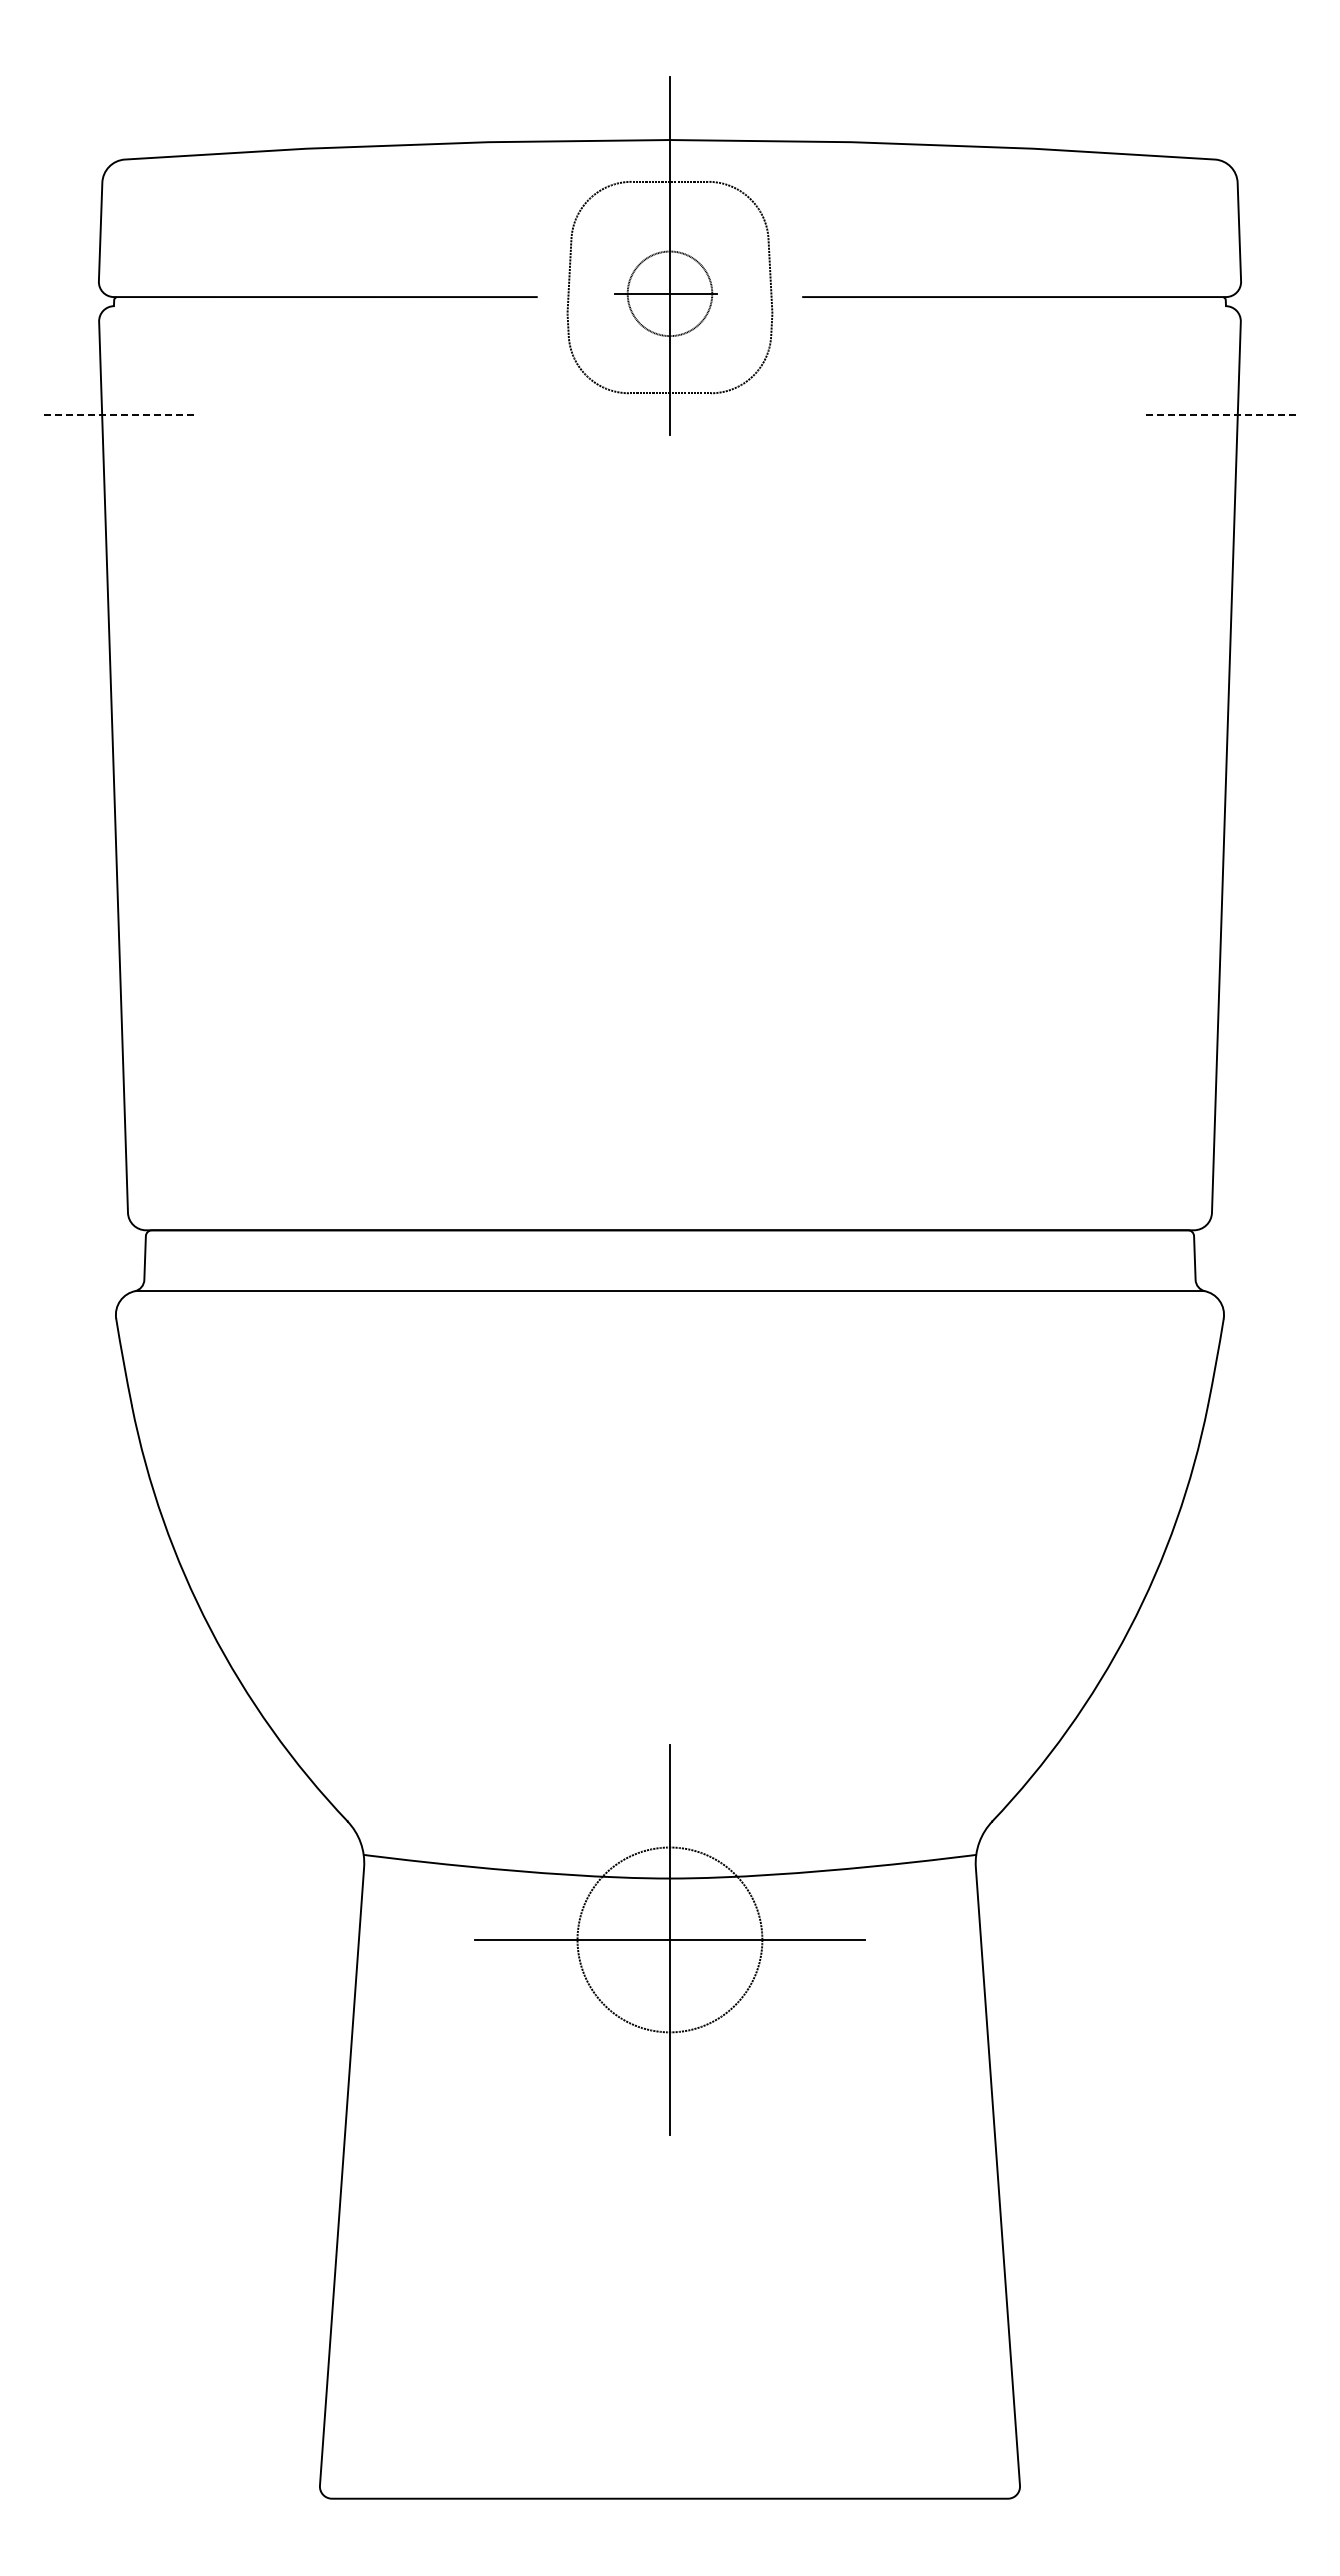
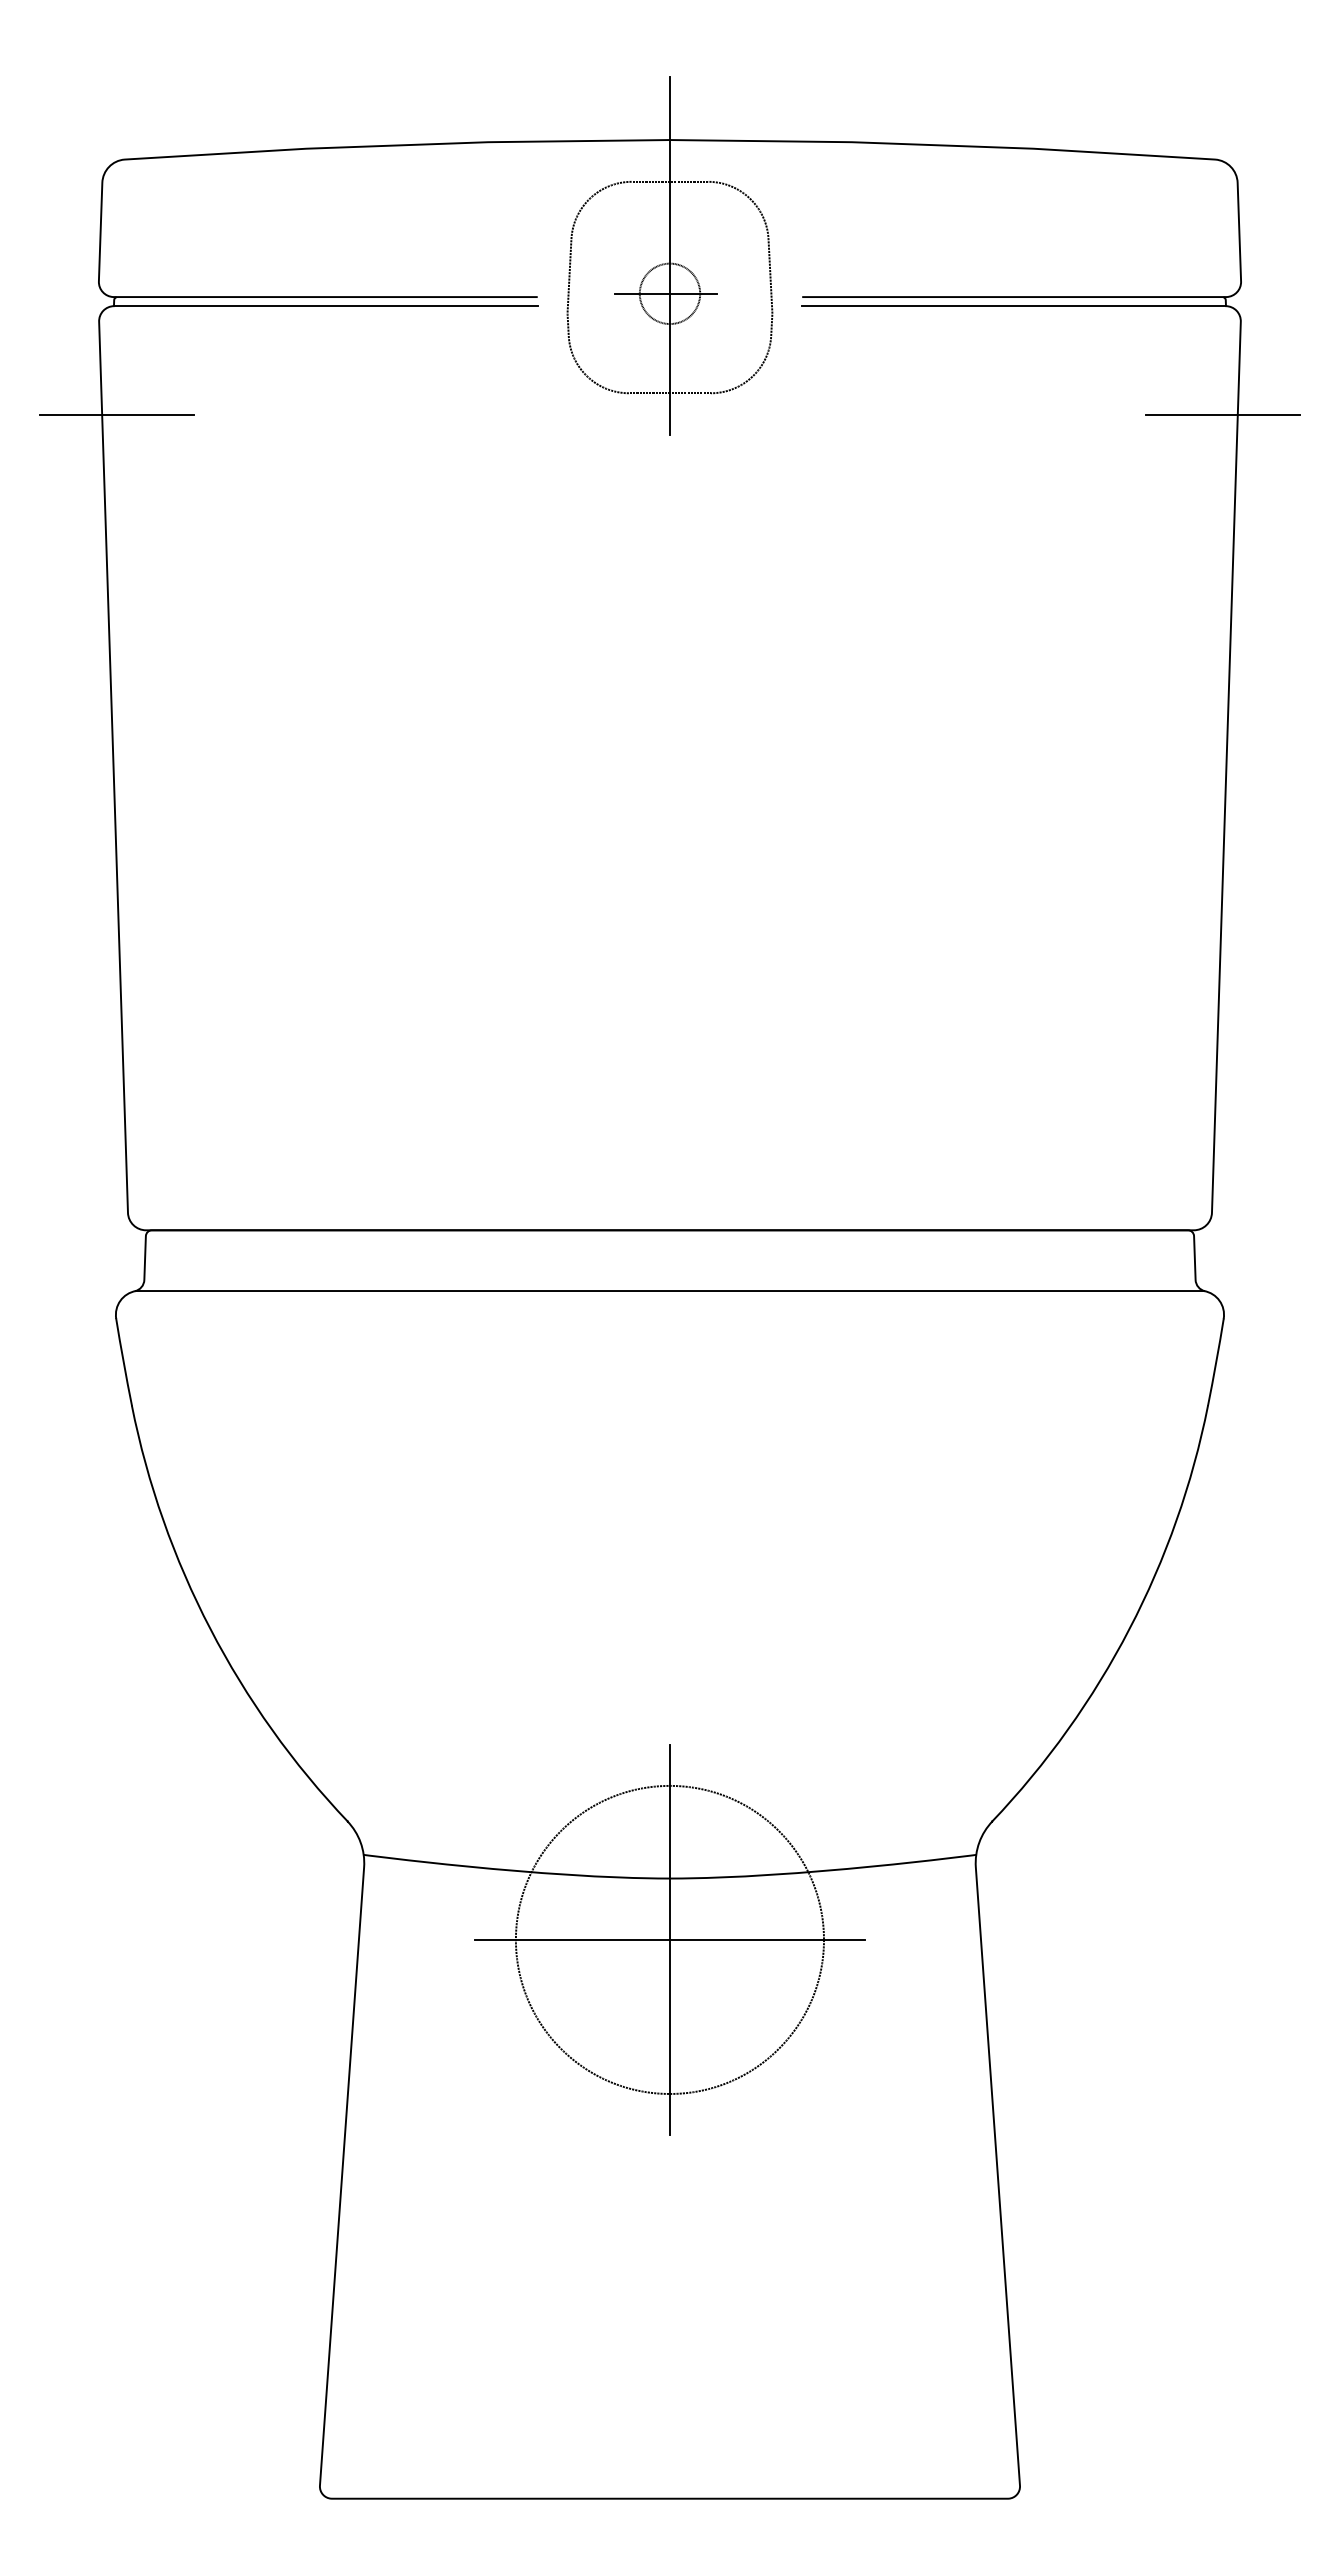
circle at (669, 293) diameter: 85 px -> 60 px
line at (325, 306): none -> present
line at (1013, 306): none -> present
line at (116, 414): dashed -> solid
line at (1223, 414): dashed -> solid
circle at (669, 1939) diameter: 185 px -> 308 px
